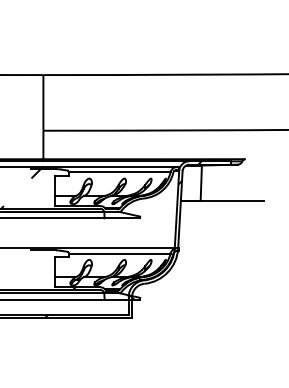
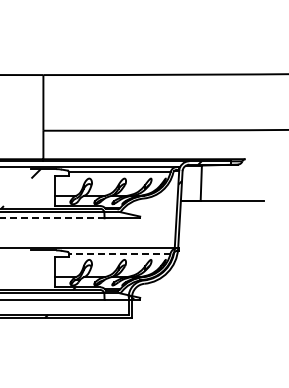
line at (51, 218): solid -> dashed
line at (119, 253): solid -> dashed
